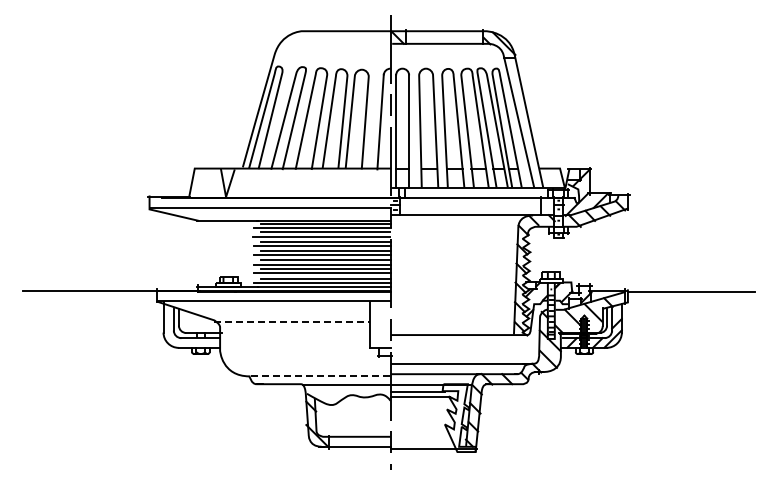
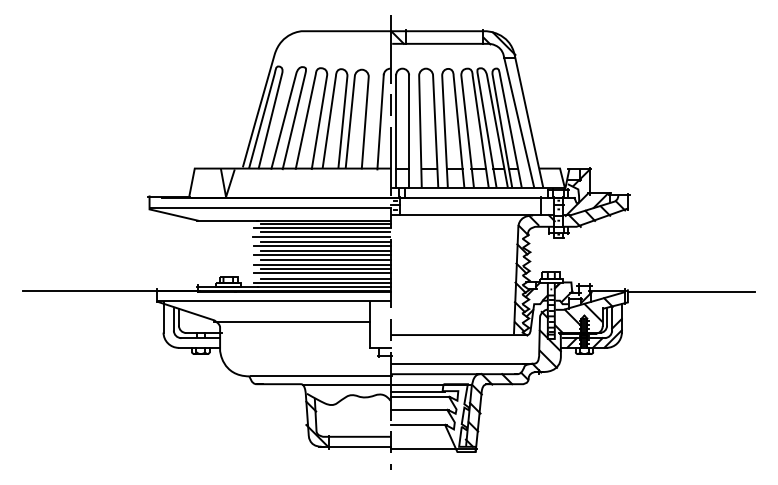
line at (292, 321): dashed -> solid
line at (321, 376): dashed -> solid
line at (419, 409): none -> present
line at (418, 424): none -> present
